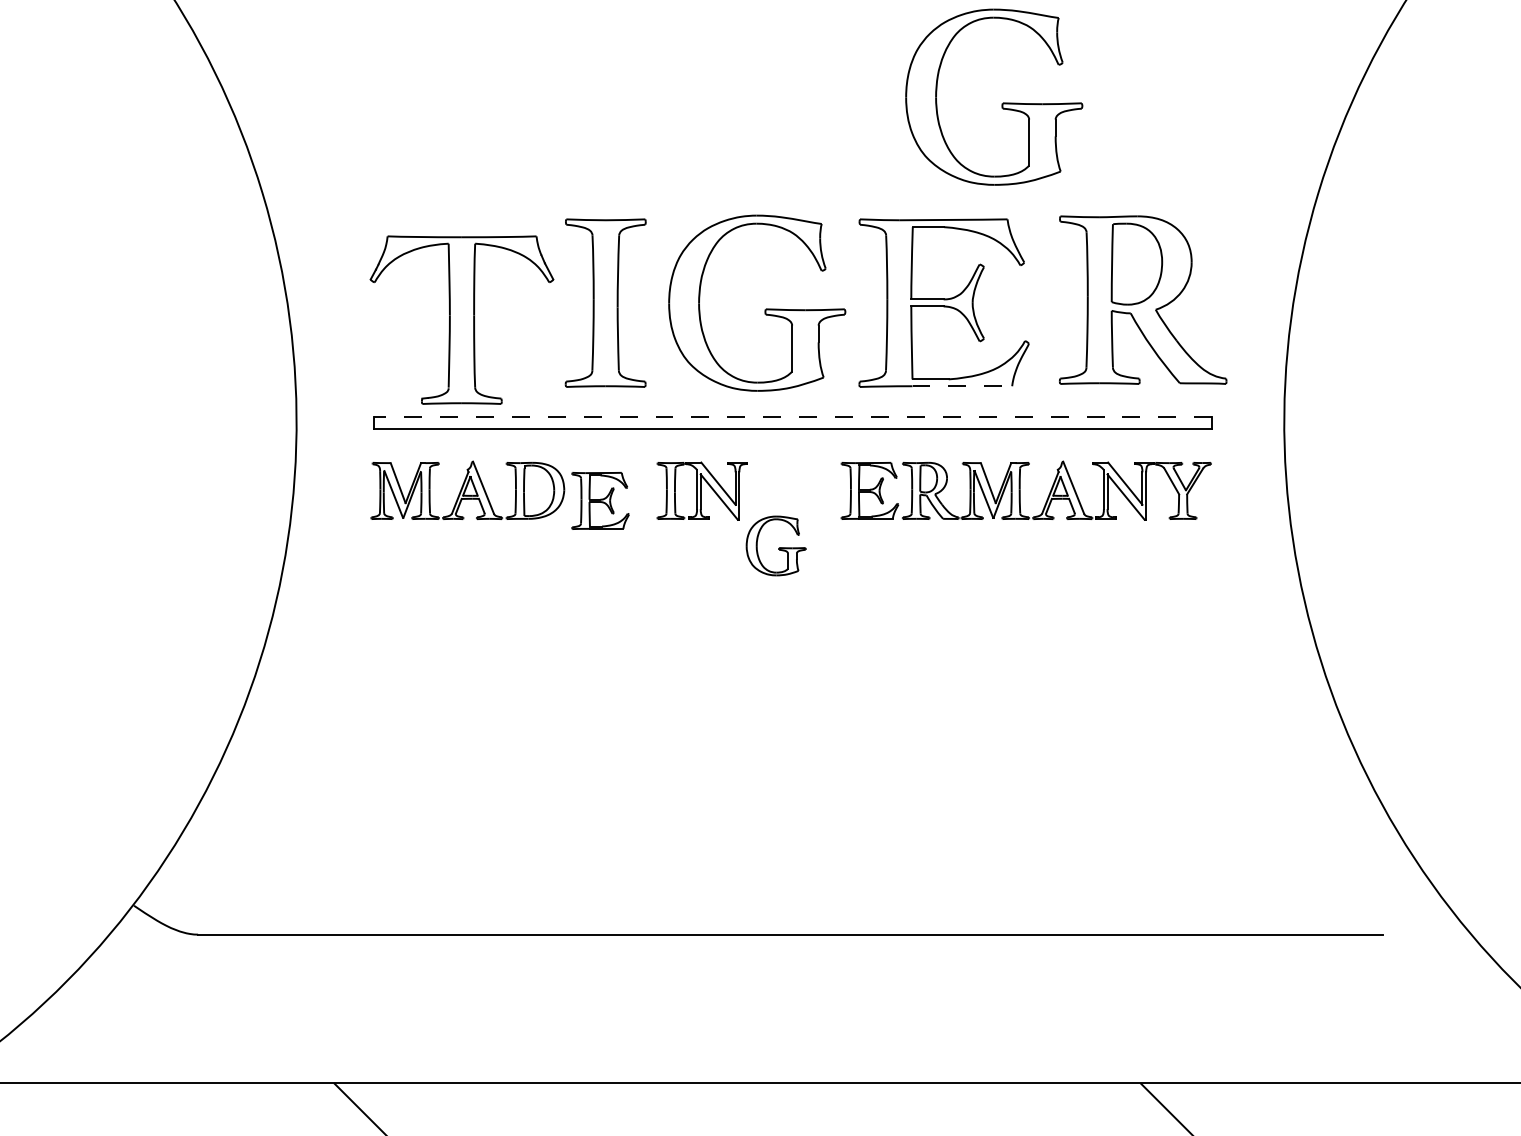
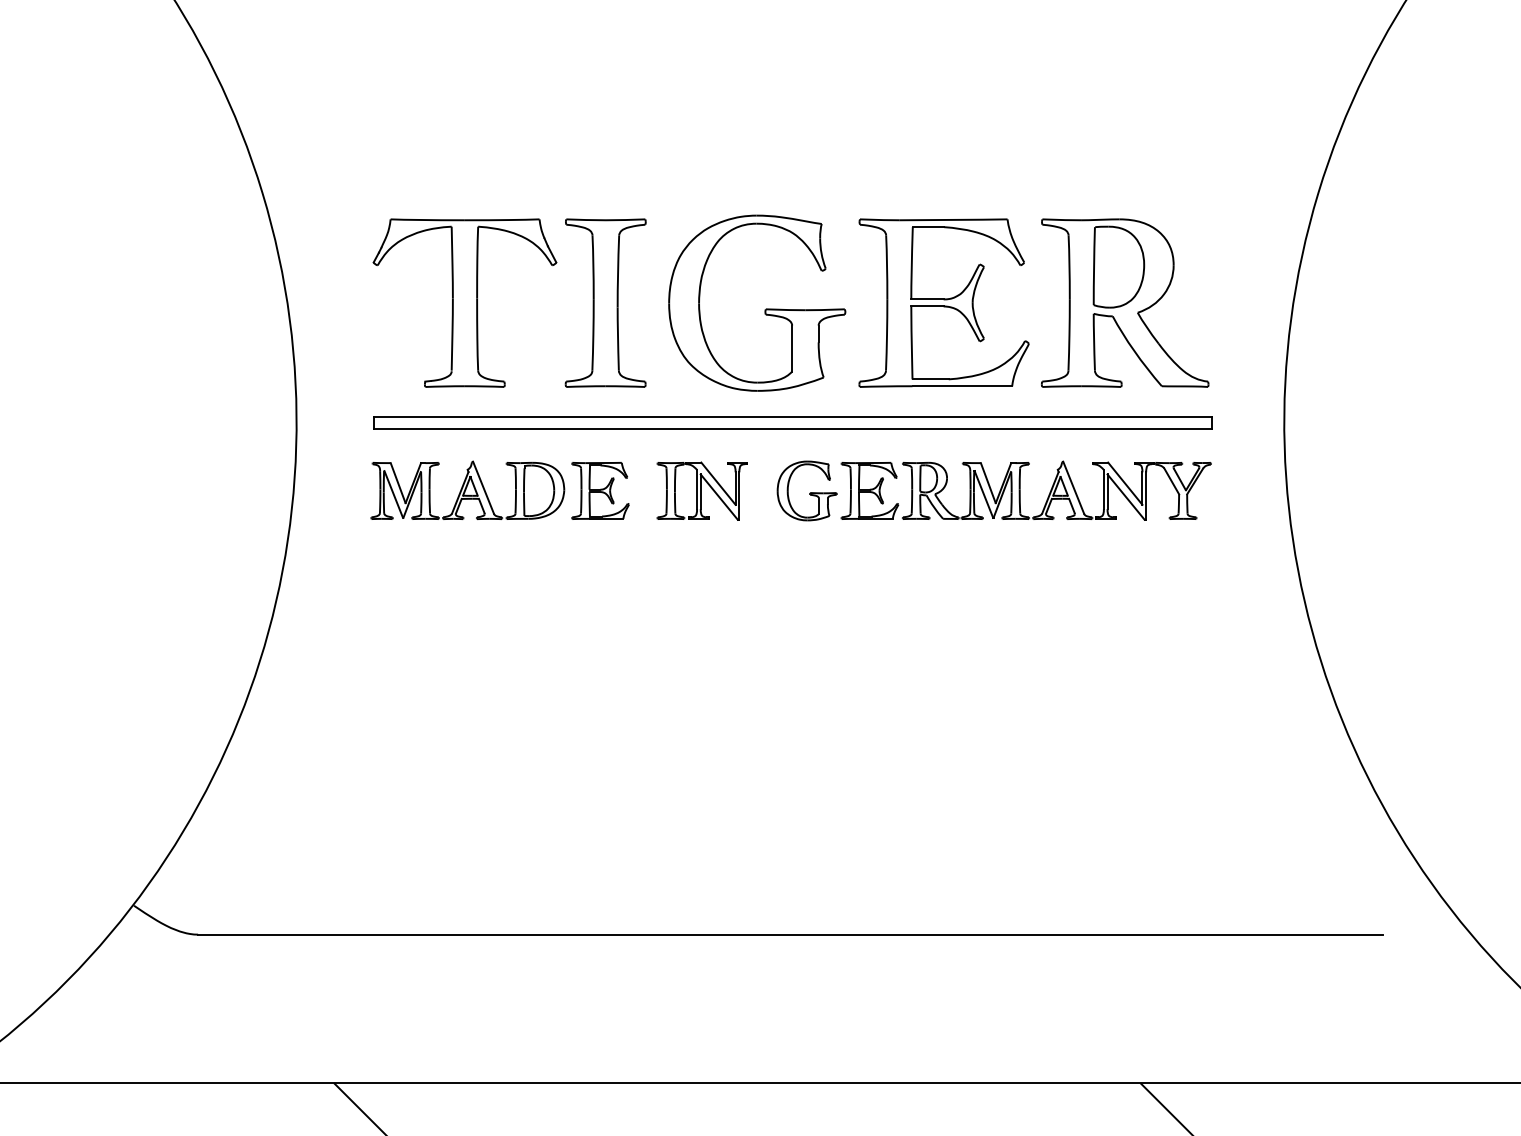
part at (1001, 103): present -> none
part at (1143, 299) position: (1143, 299) -> (1125, 302)
part at (461, 319) position: (461, 319) -> (464, 302)
line at (962, 386): dashed -> solid
line at (792, 417): dashed -> solid
part at (600, 500) position: (600, 500) -> (600, 490)
part at (775, 545) position: (775, 545) -> (806, 490)
